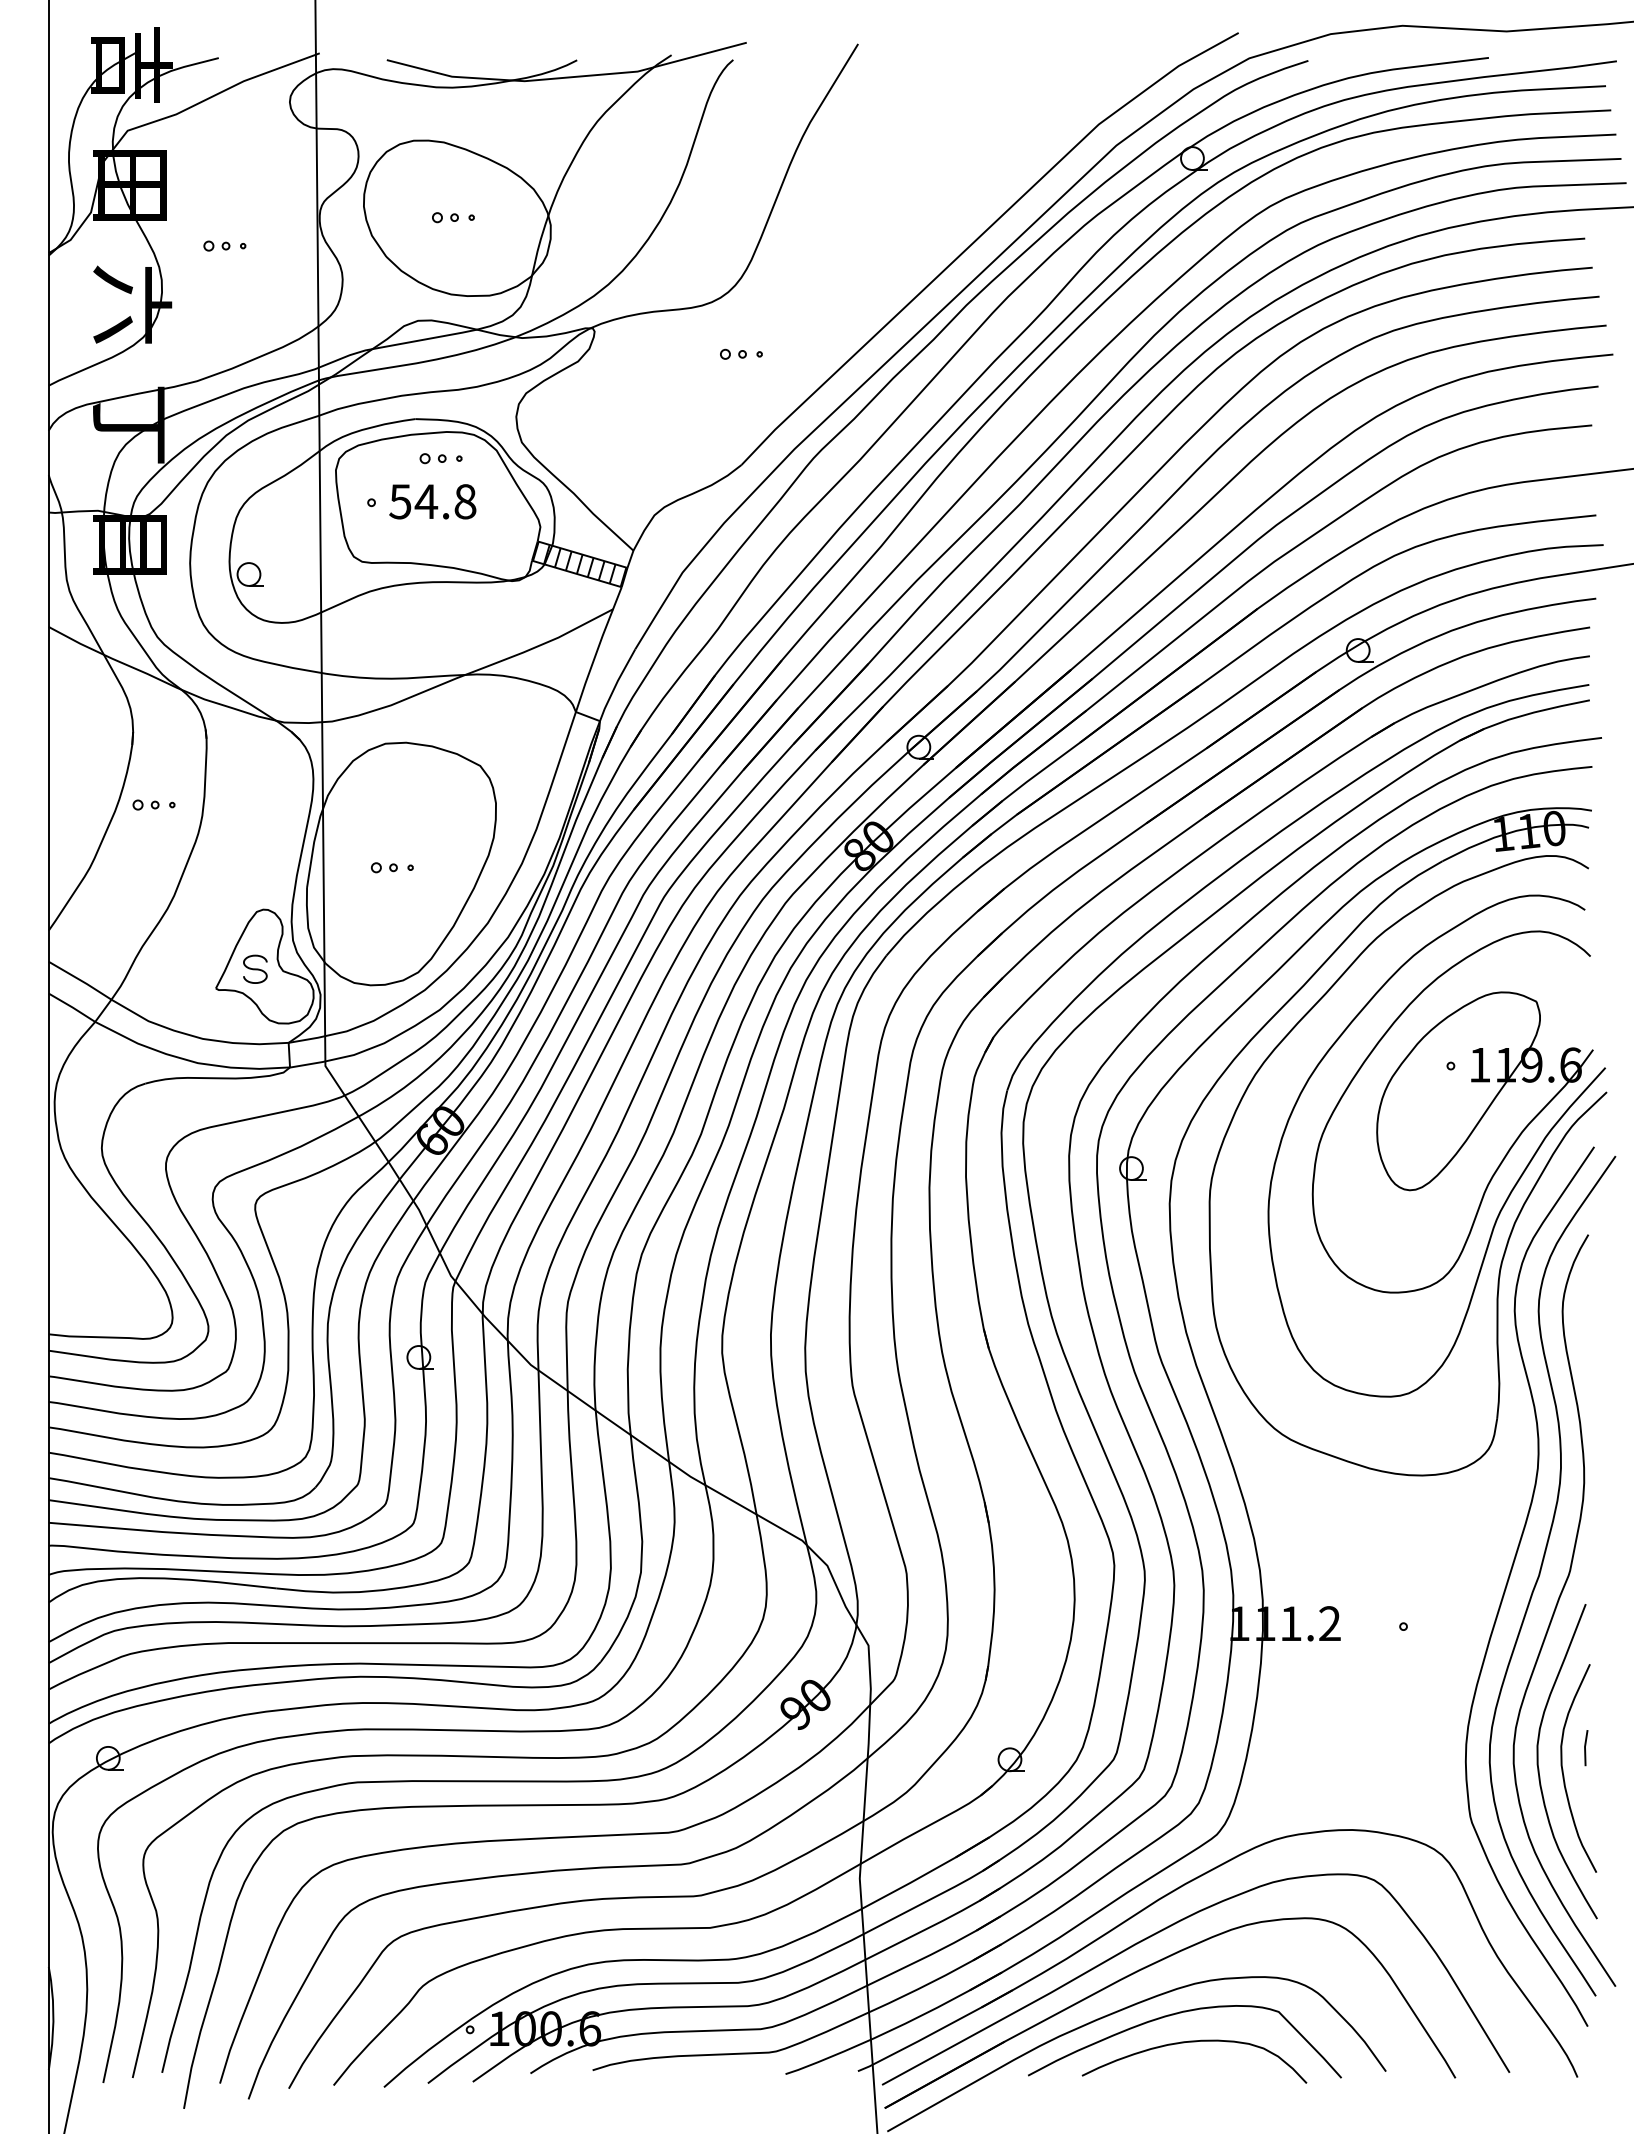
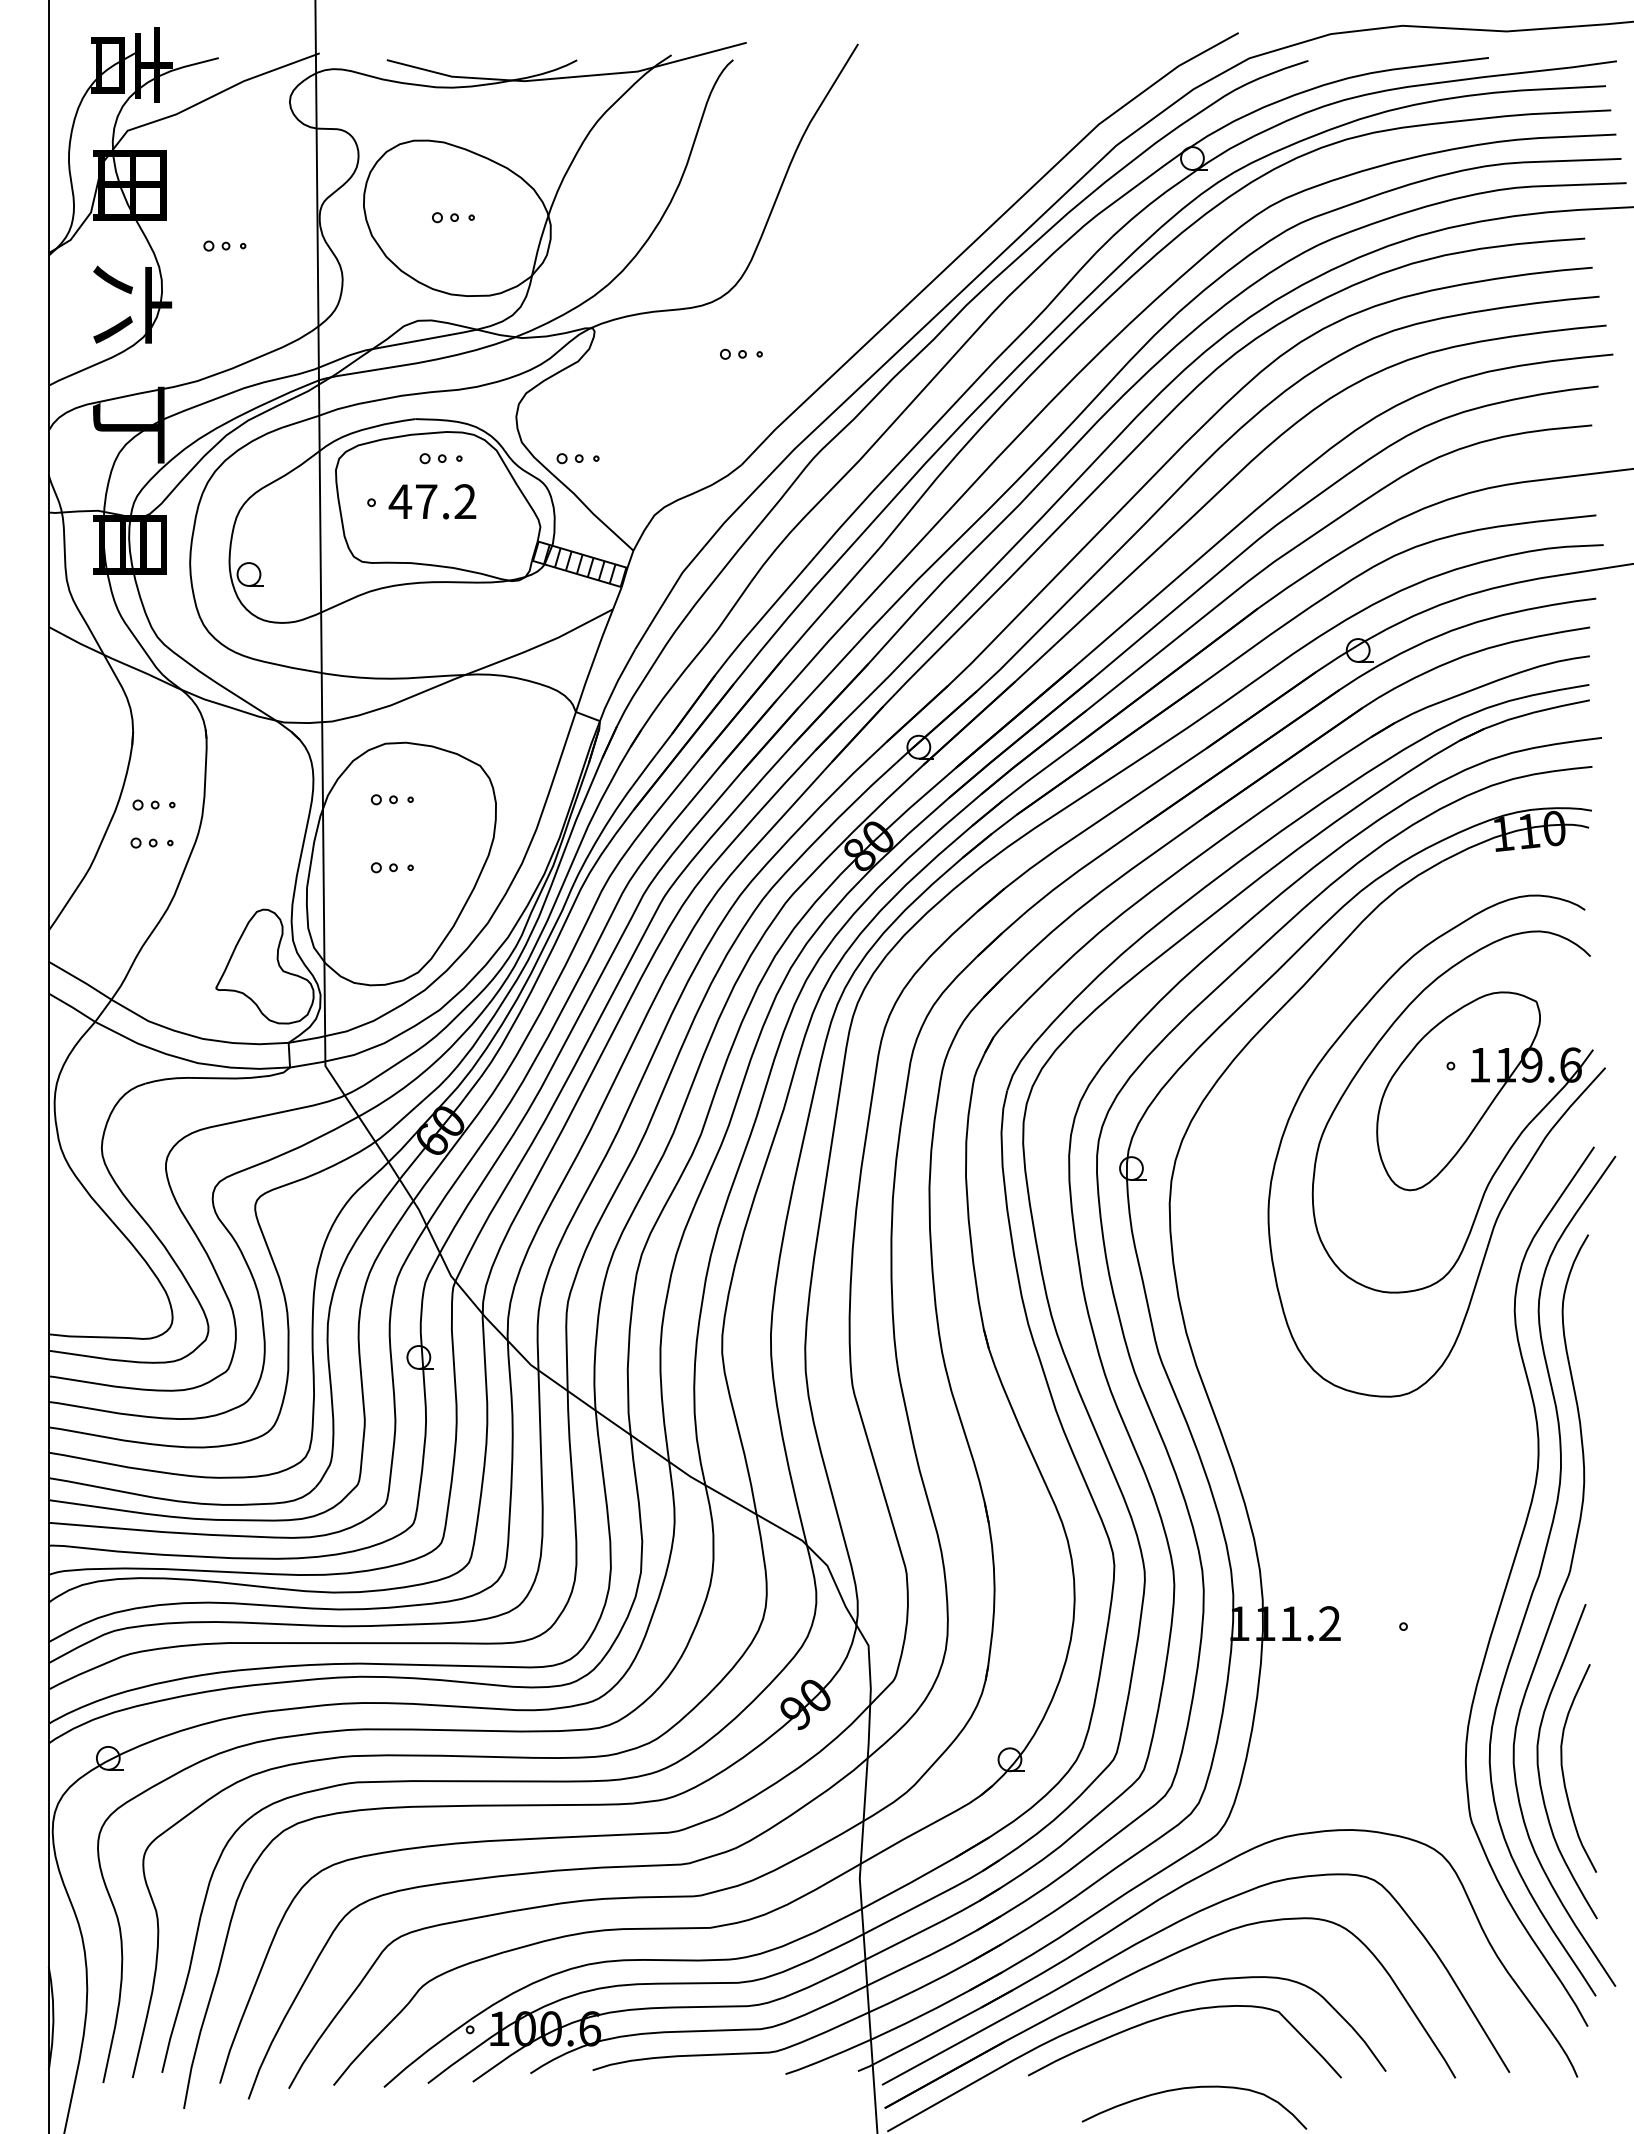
part at (577, 458): none -> present
text at (432, 501): 54.8 -> 47.2
part at (392, 799): none -> present
part at (151, 842): none -> present
part at (255, 968): present -> none
part at (1515, 1219): present -> none
line at (1585, 1748): present -> none
curve at (1194, 2042) position: (1194, 2042) -> (1194, 2088)
